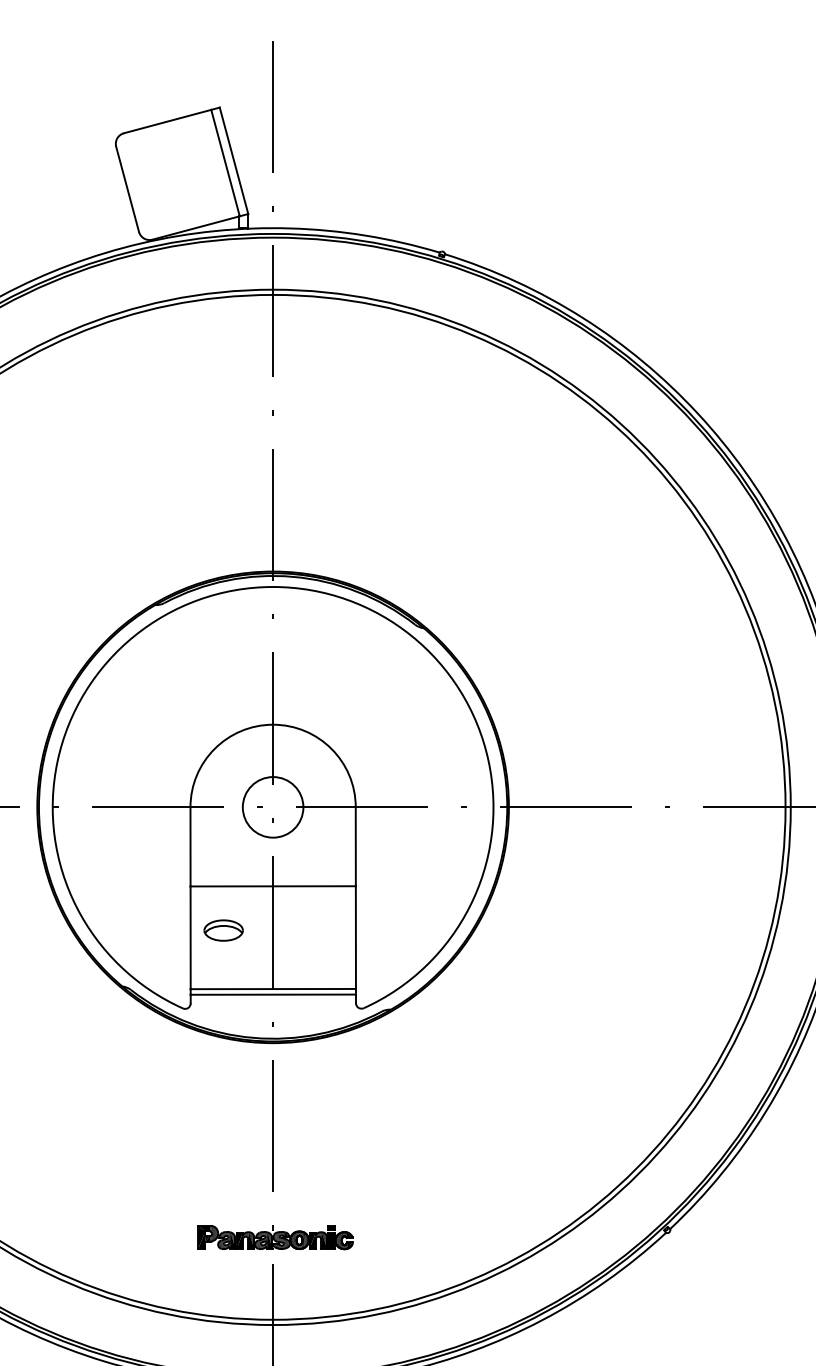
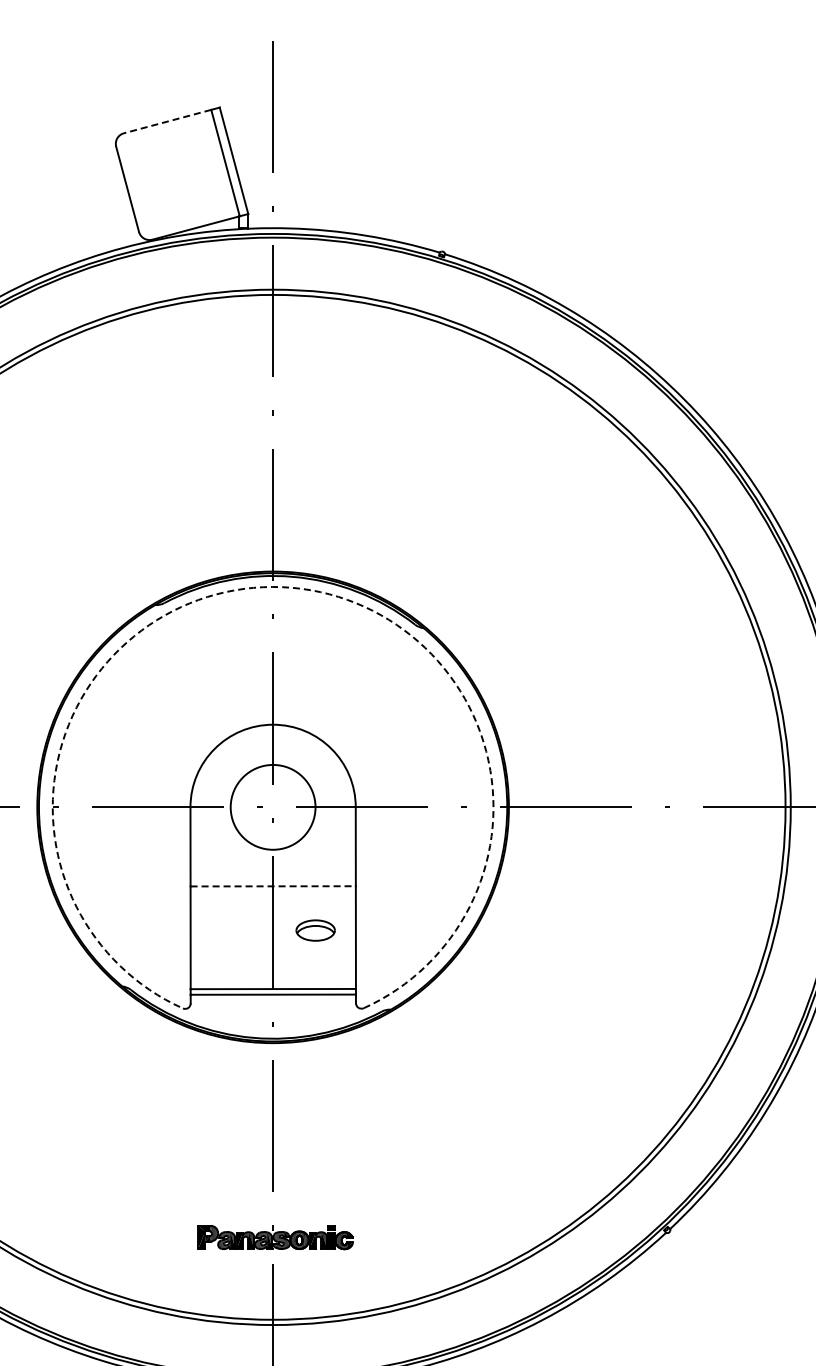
line at (167, 121): solid -> dashed
arc at (272, 587): solid -> dashed
circle at (272, 807) diameter: 61 px -> 85 px
line at (273, 886): solid -> dashed
part at (223, 930) position: (223, 930) -> (315, 930)
